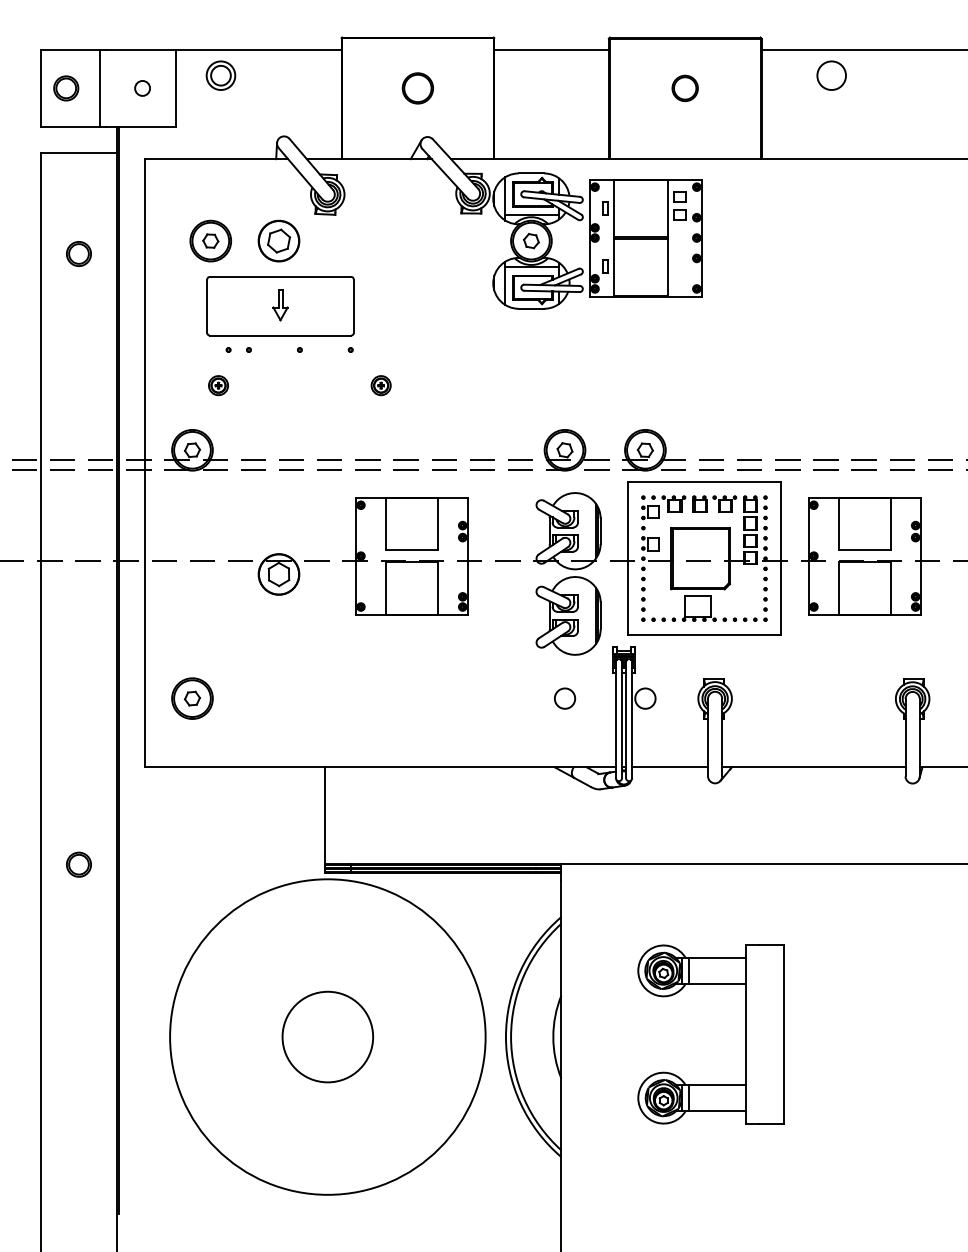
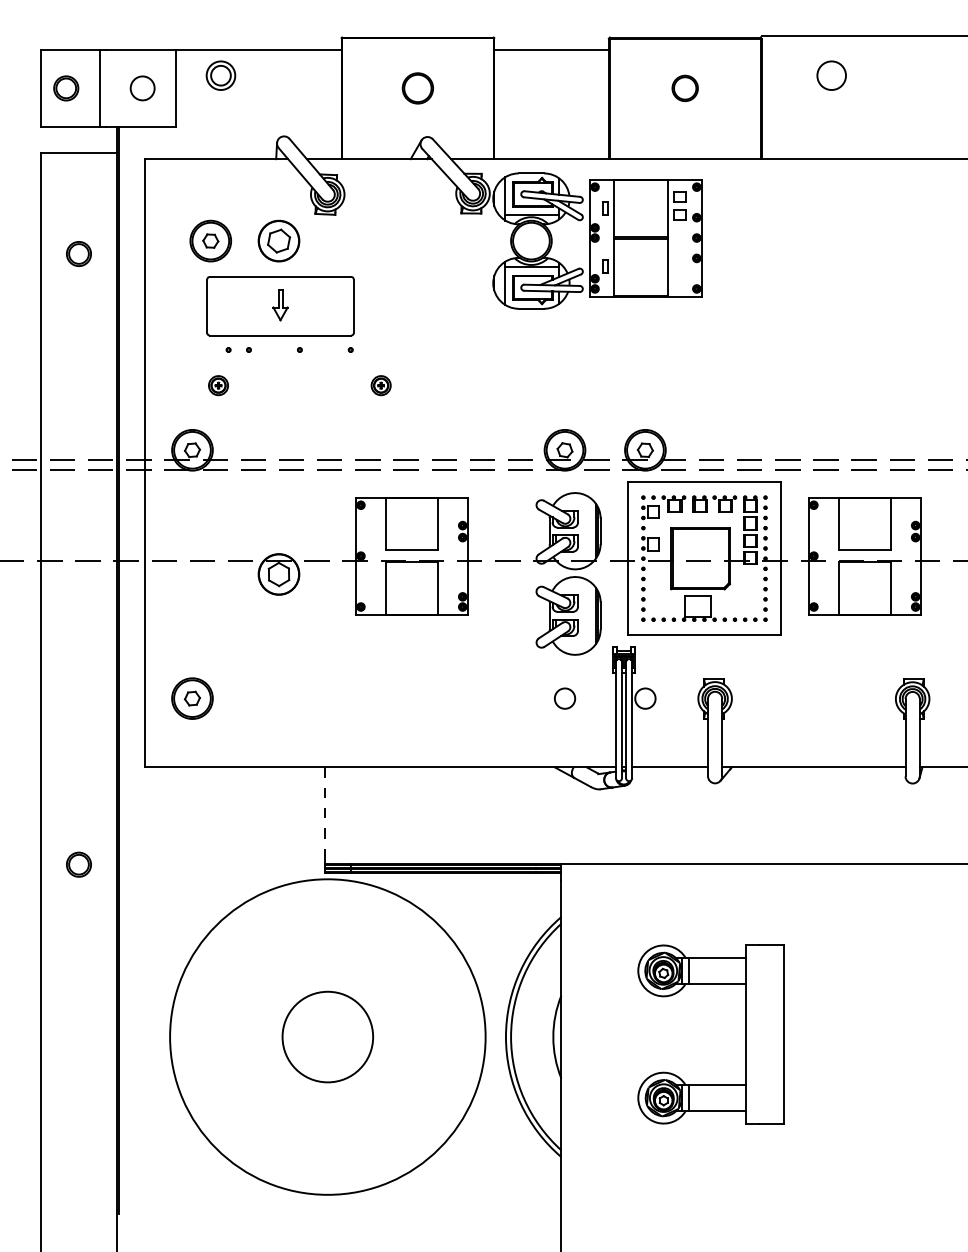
line at (862, 50) position: (862, 50) -> (862, 36)
circle at (142, 88) size: 17x17 px -> 27x27 px
part at (531, 241): present -> none
line at (325, 812): solid -> dashed
